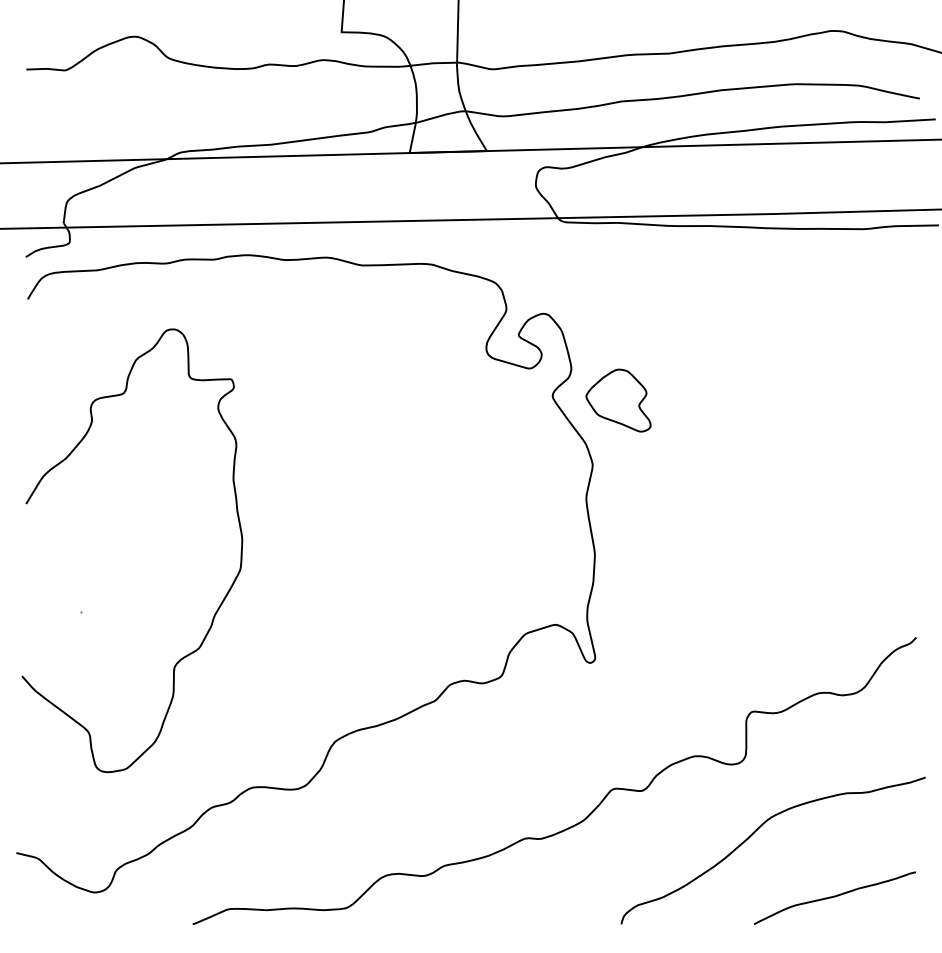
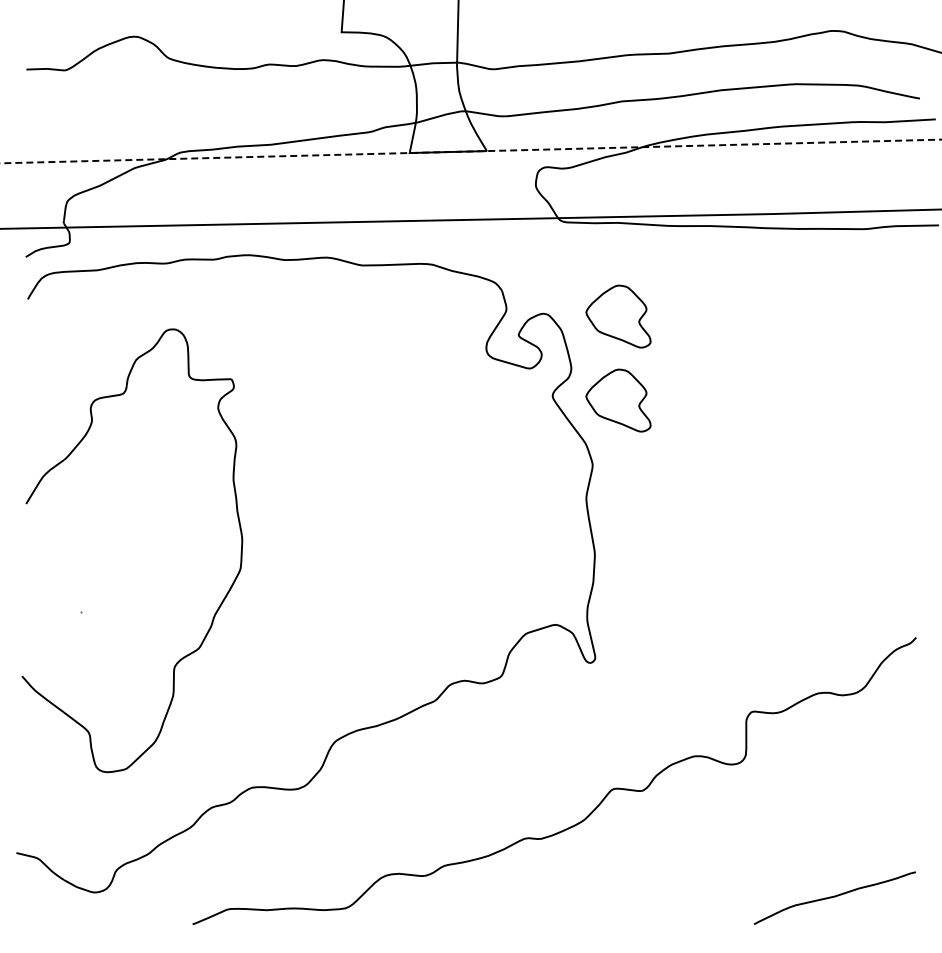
line at (471, 151): solid -> dashed
part at (618, 316): none -> present
curve at (755, 832): present -> none
